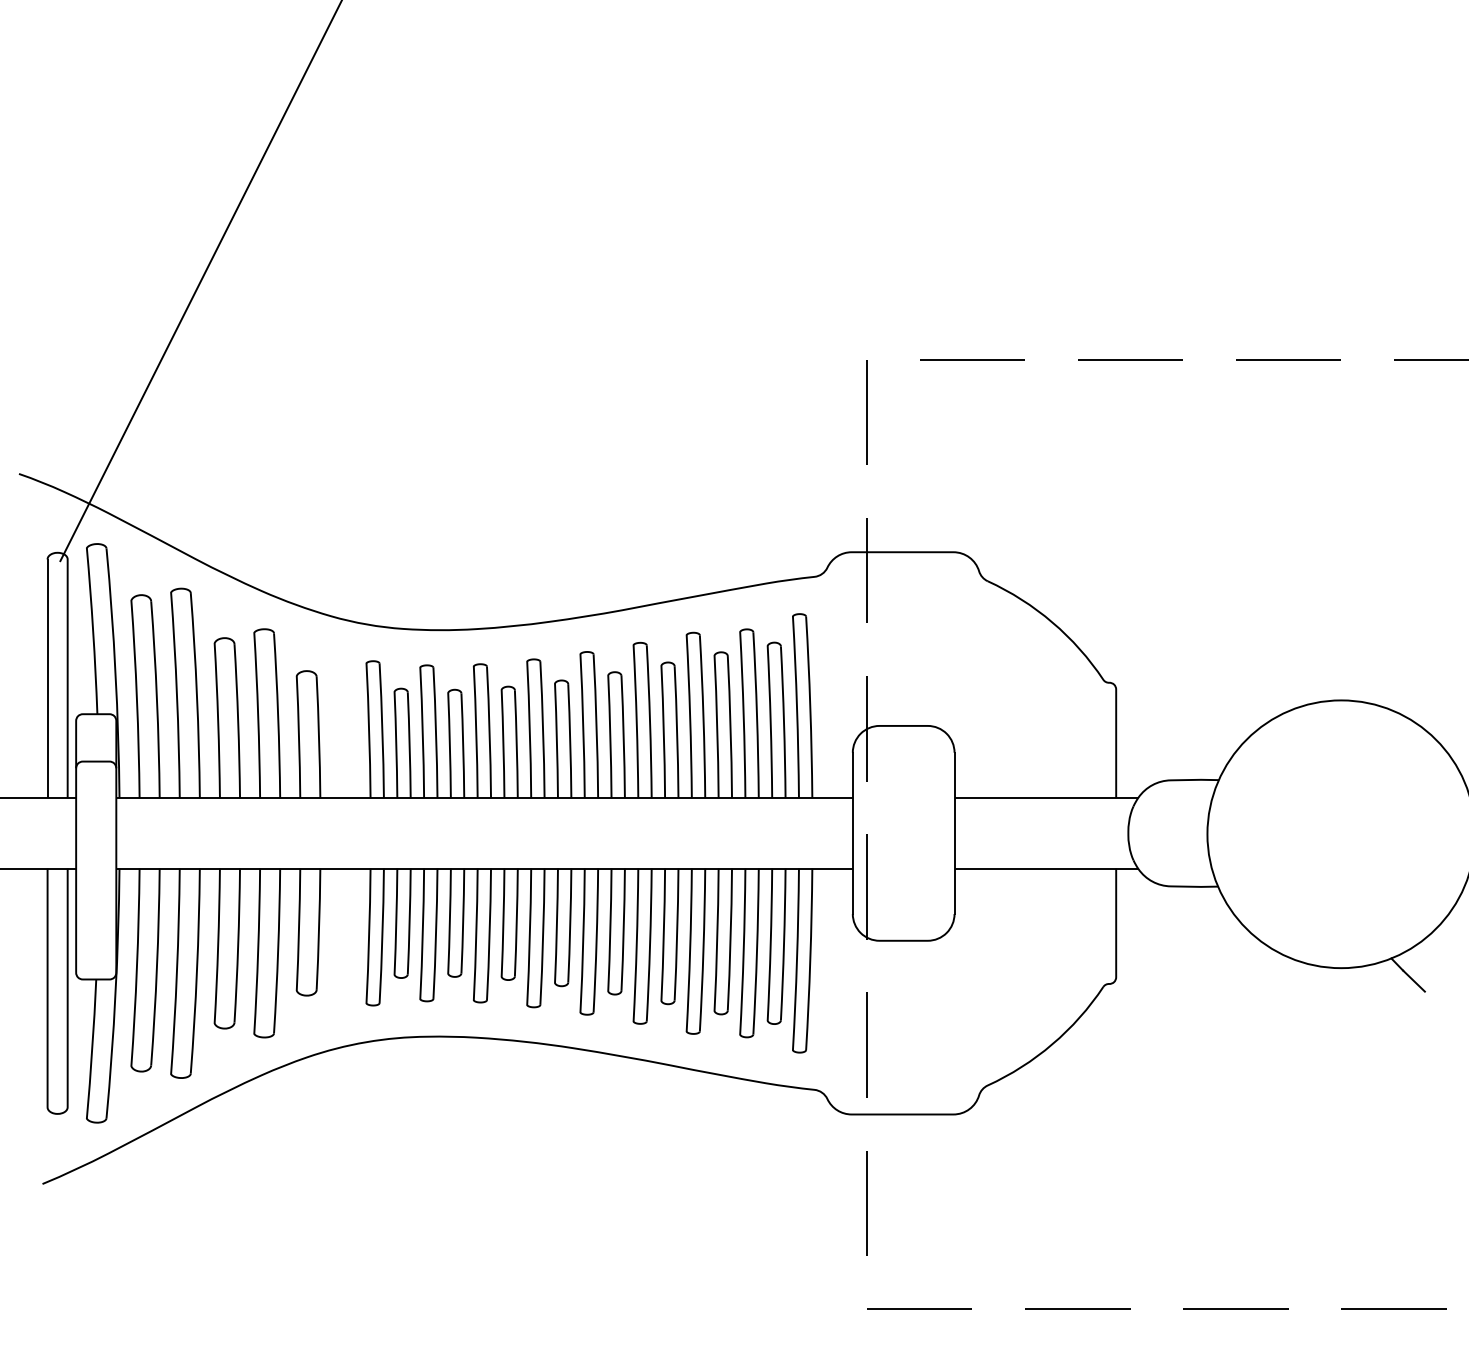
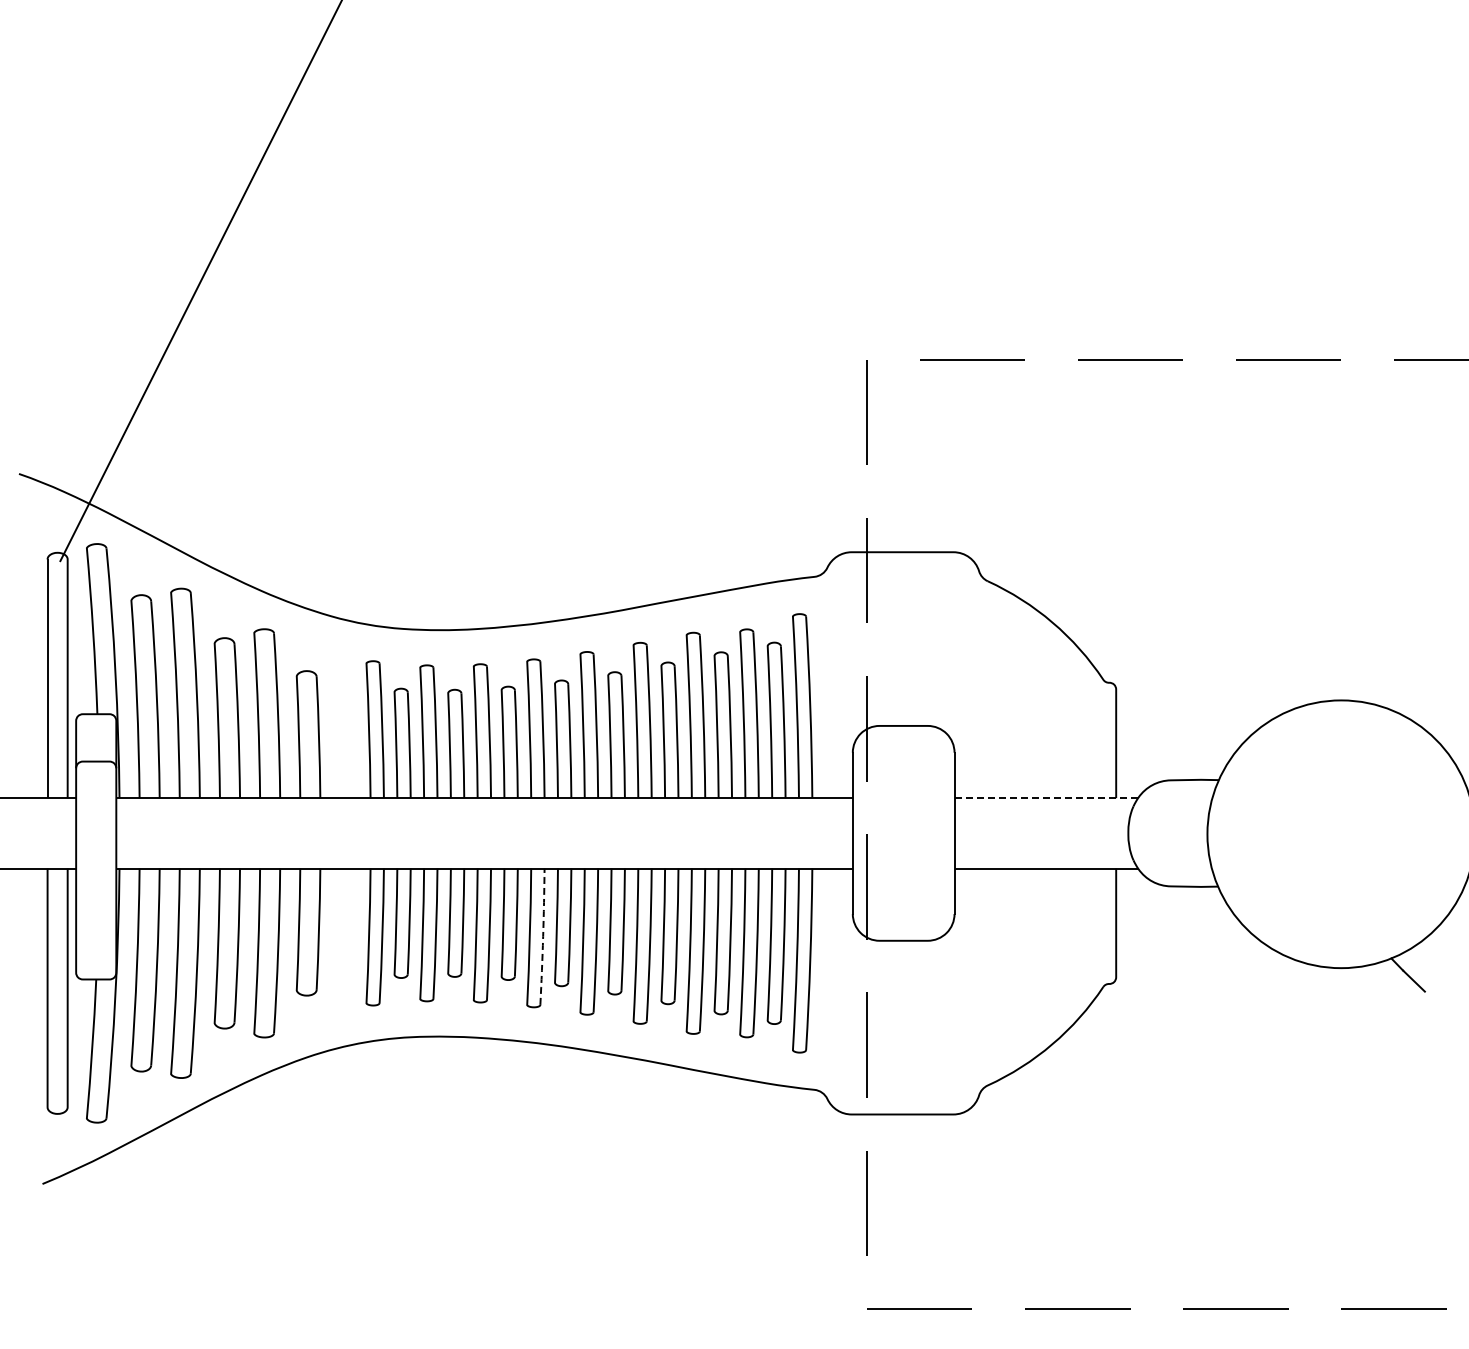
line at (1046, 798): solid -> dashed
line at (543, 936): solid -> dashed
